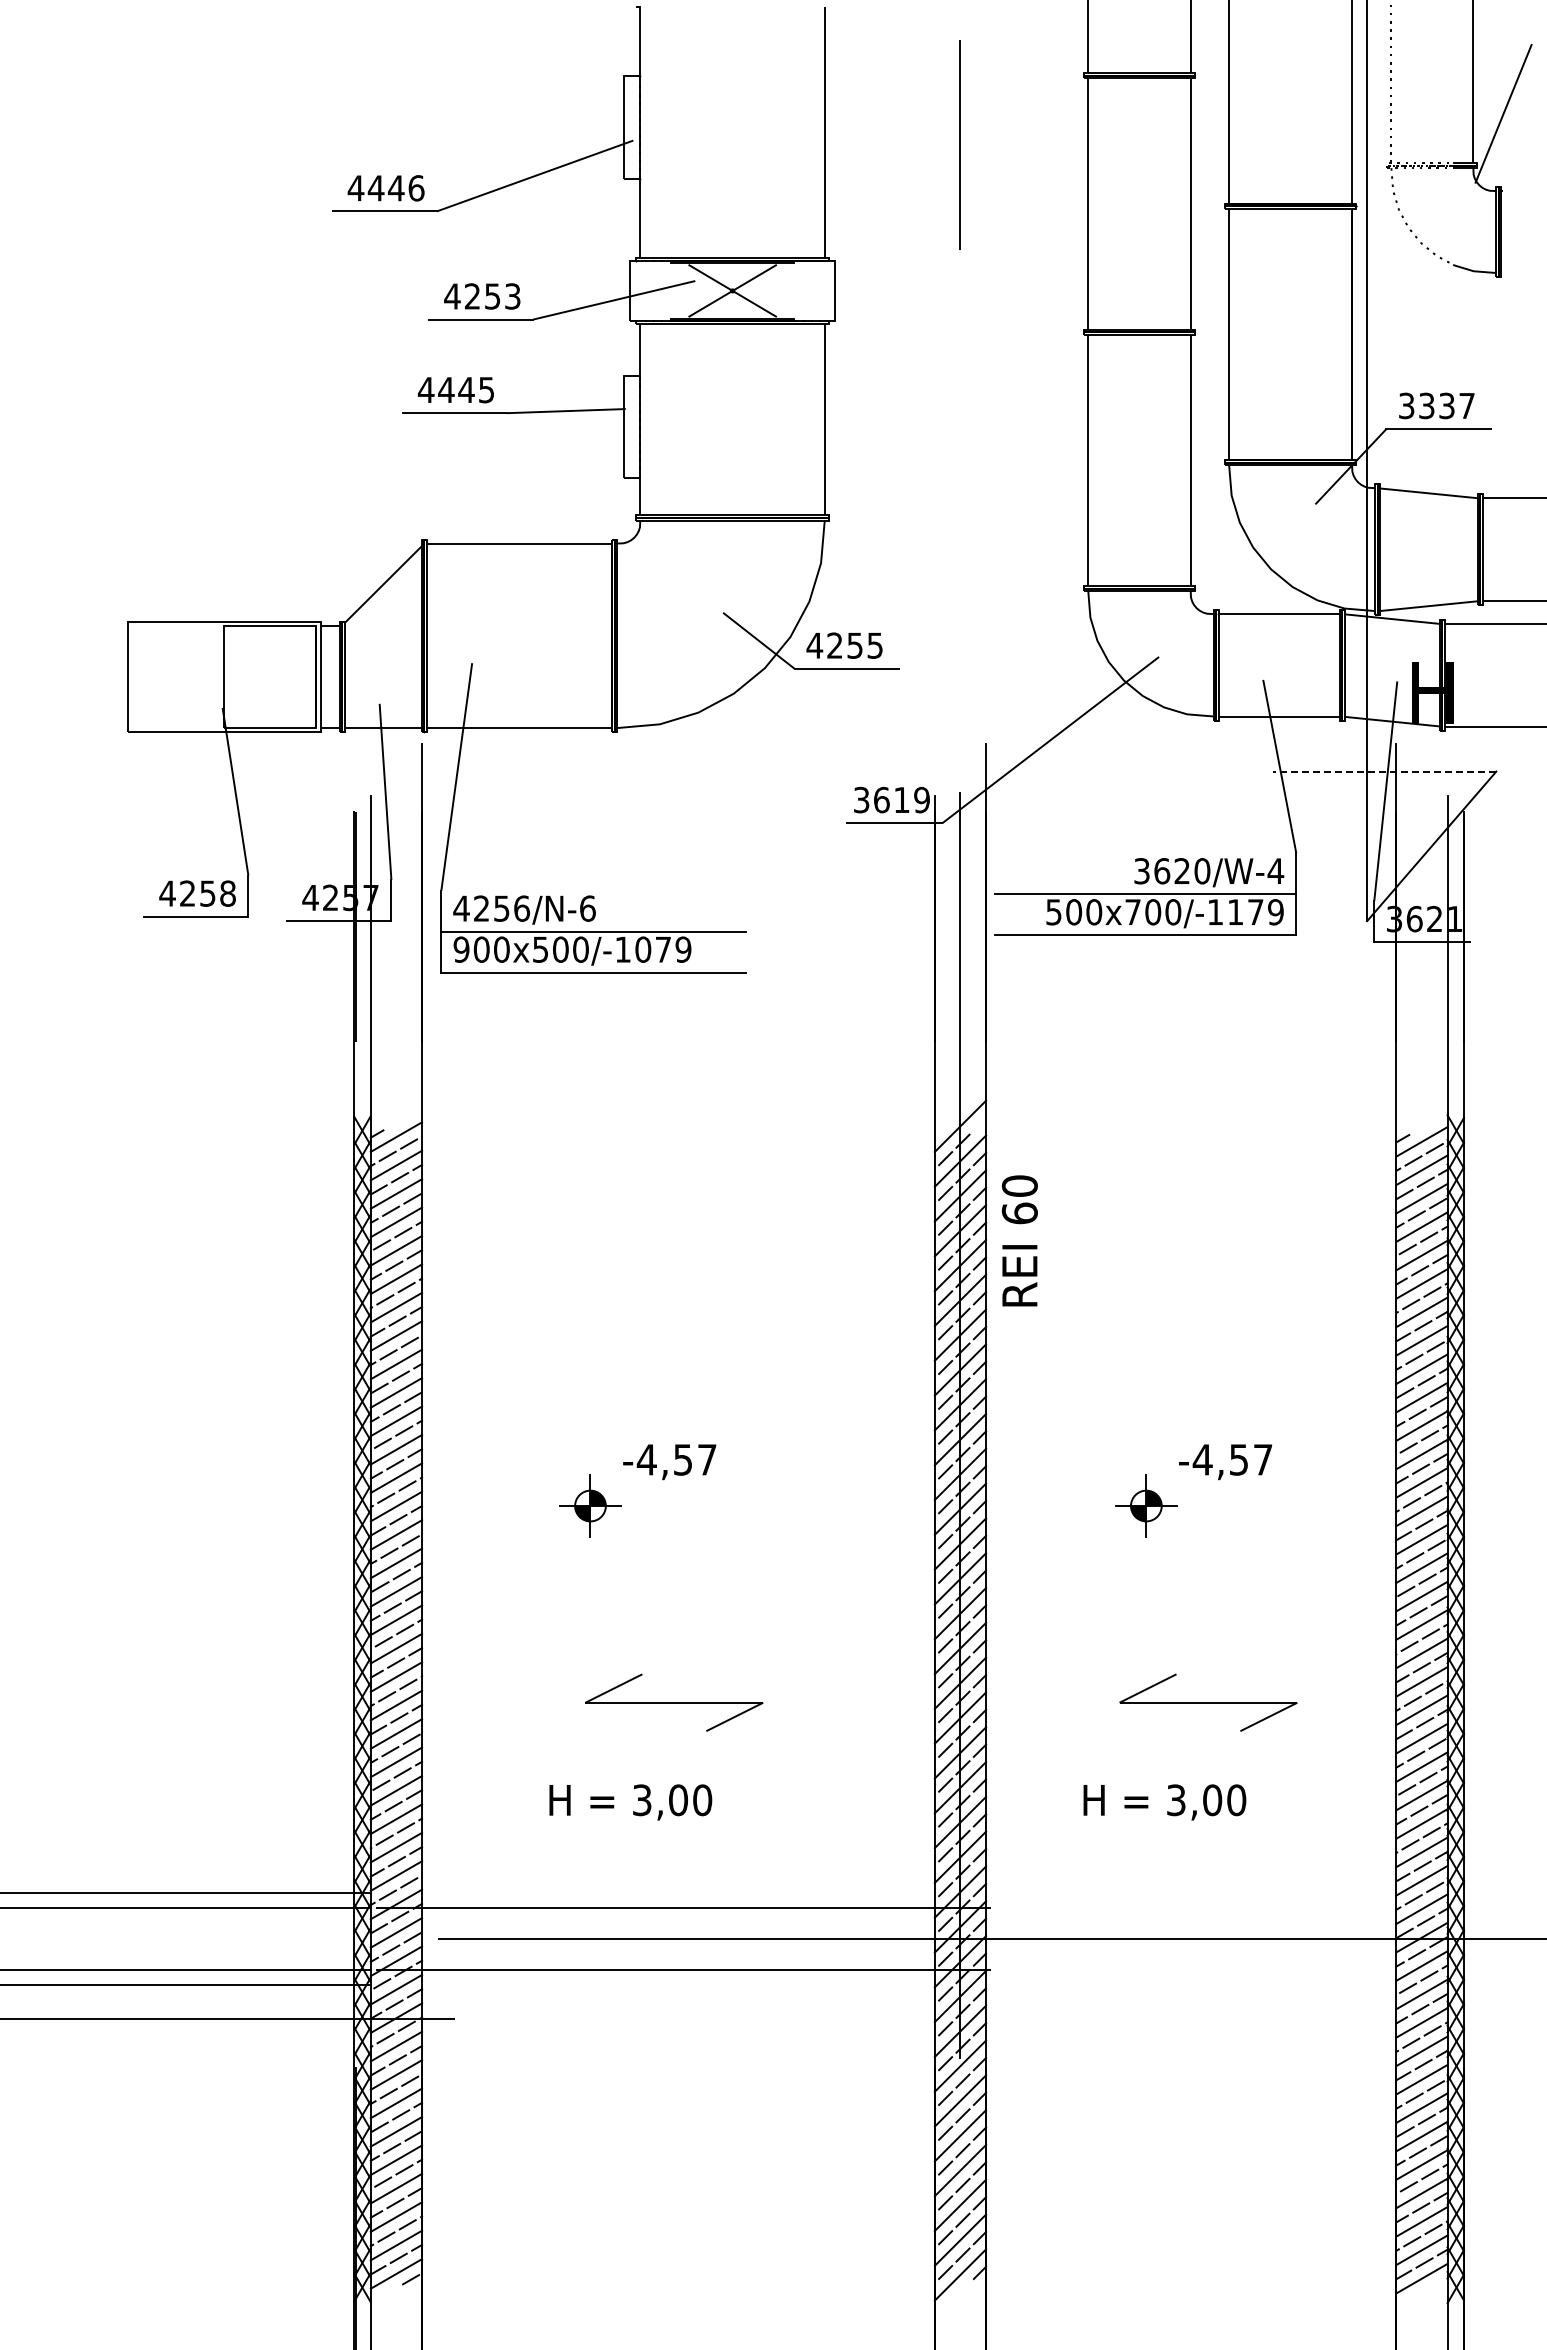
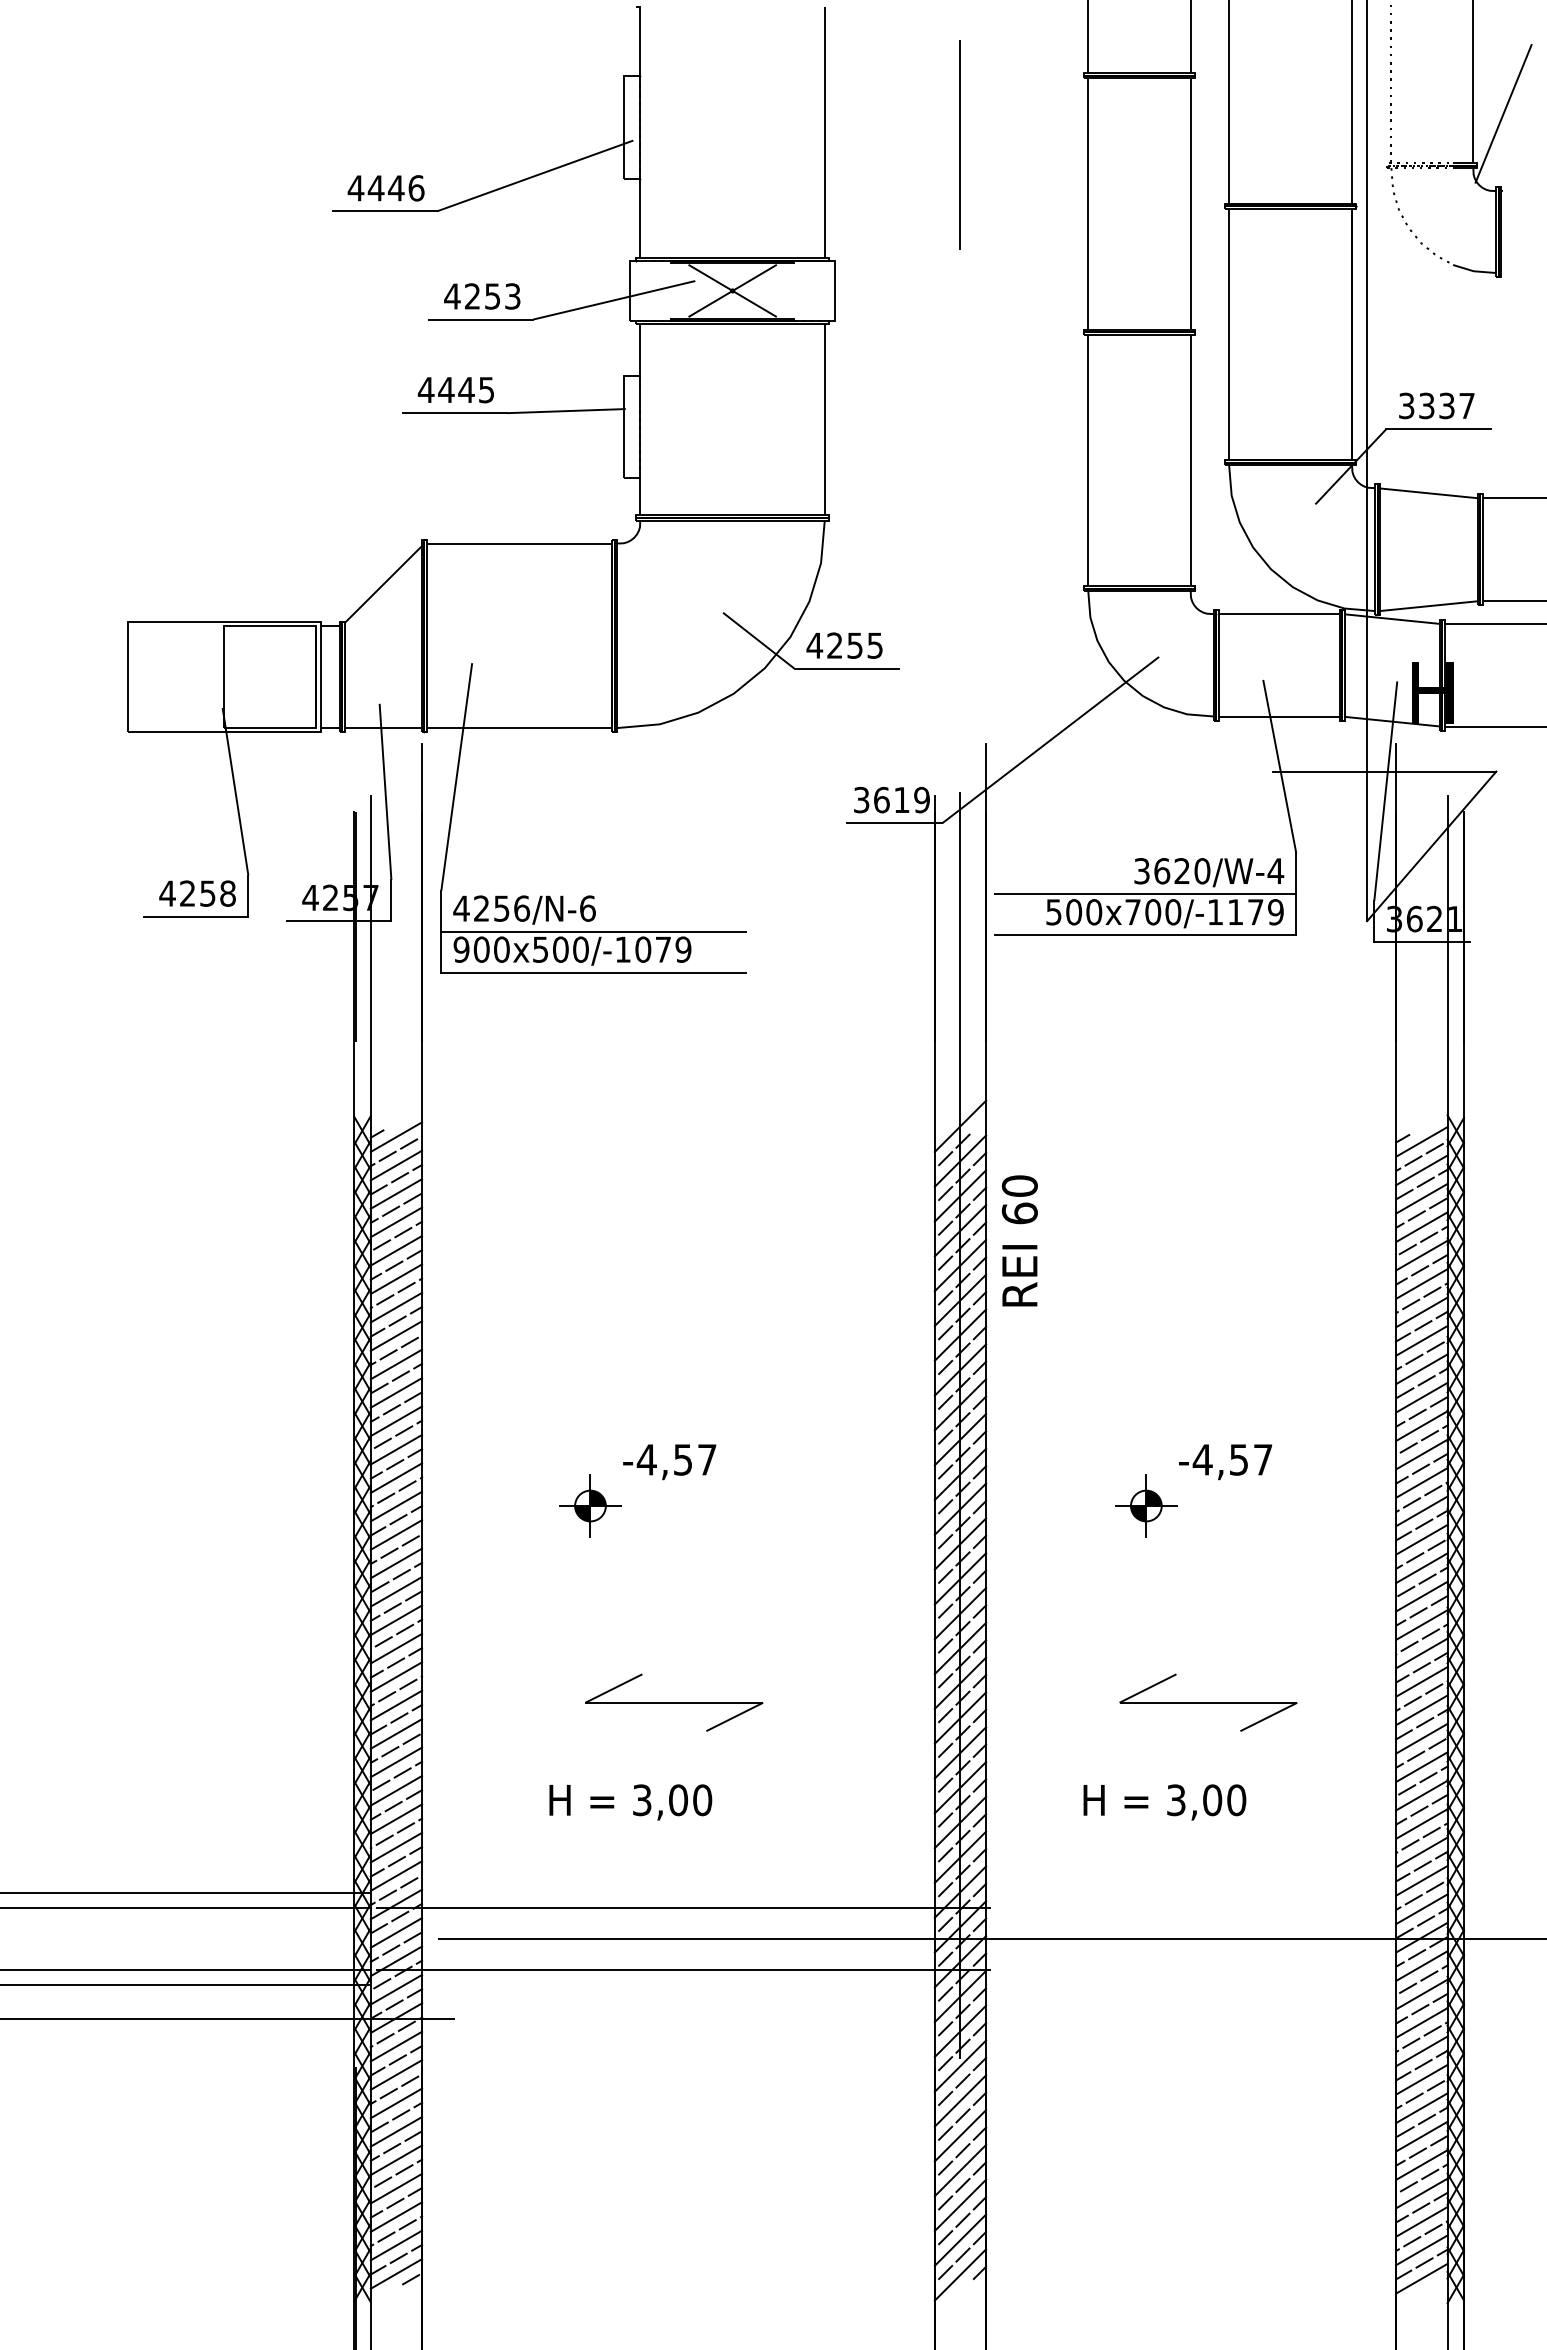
line at (1384, 771): dashed -> solid
